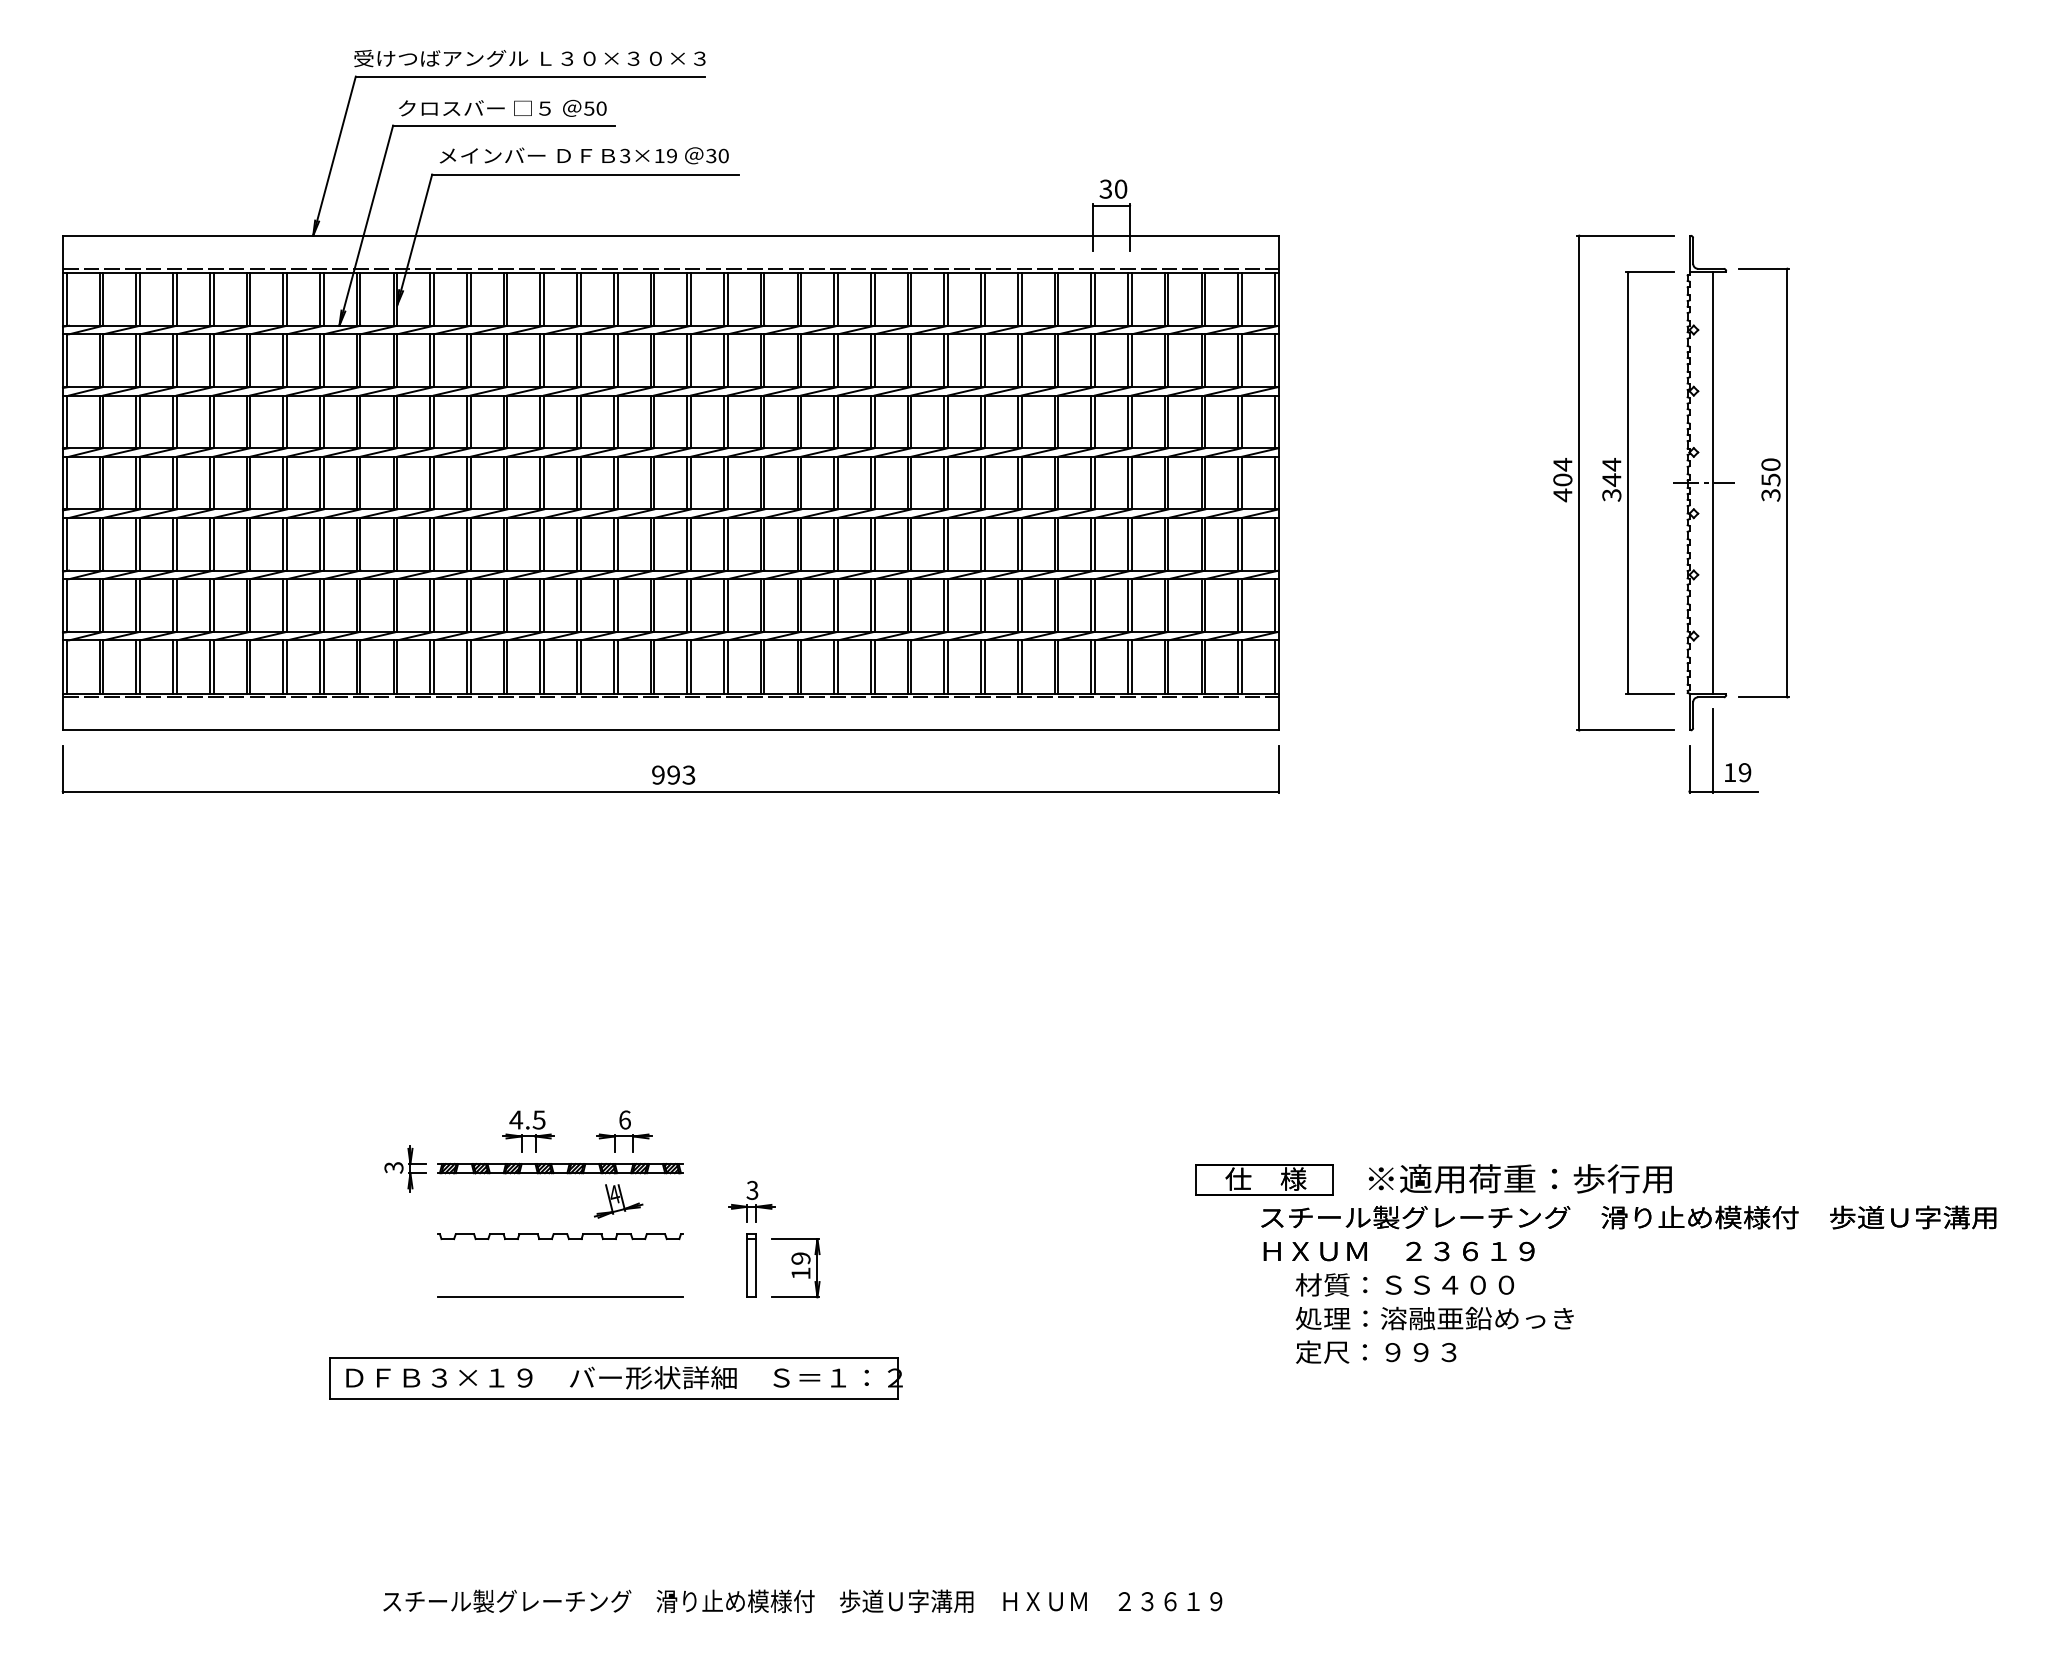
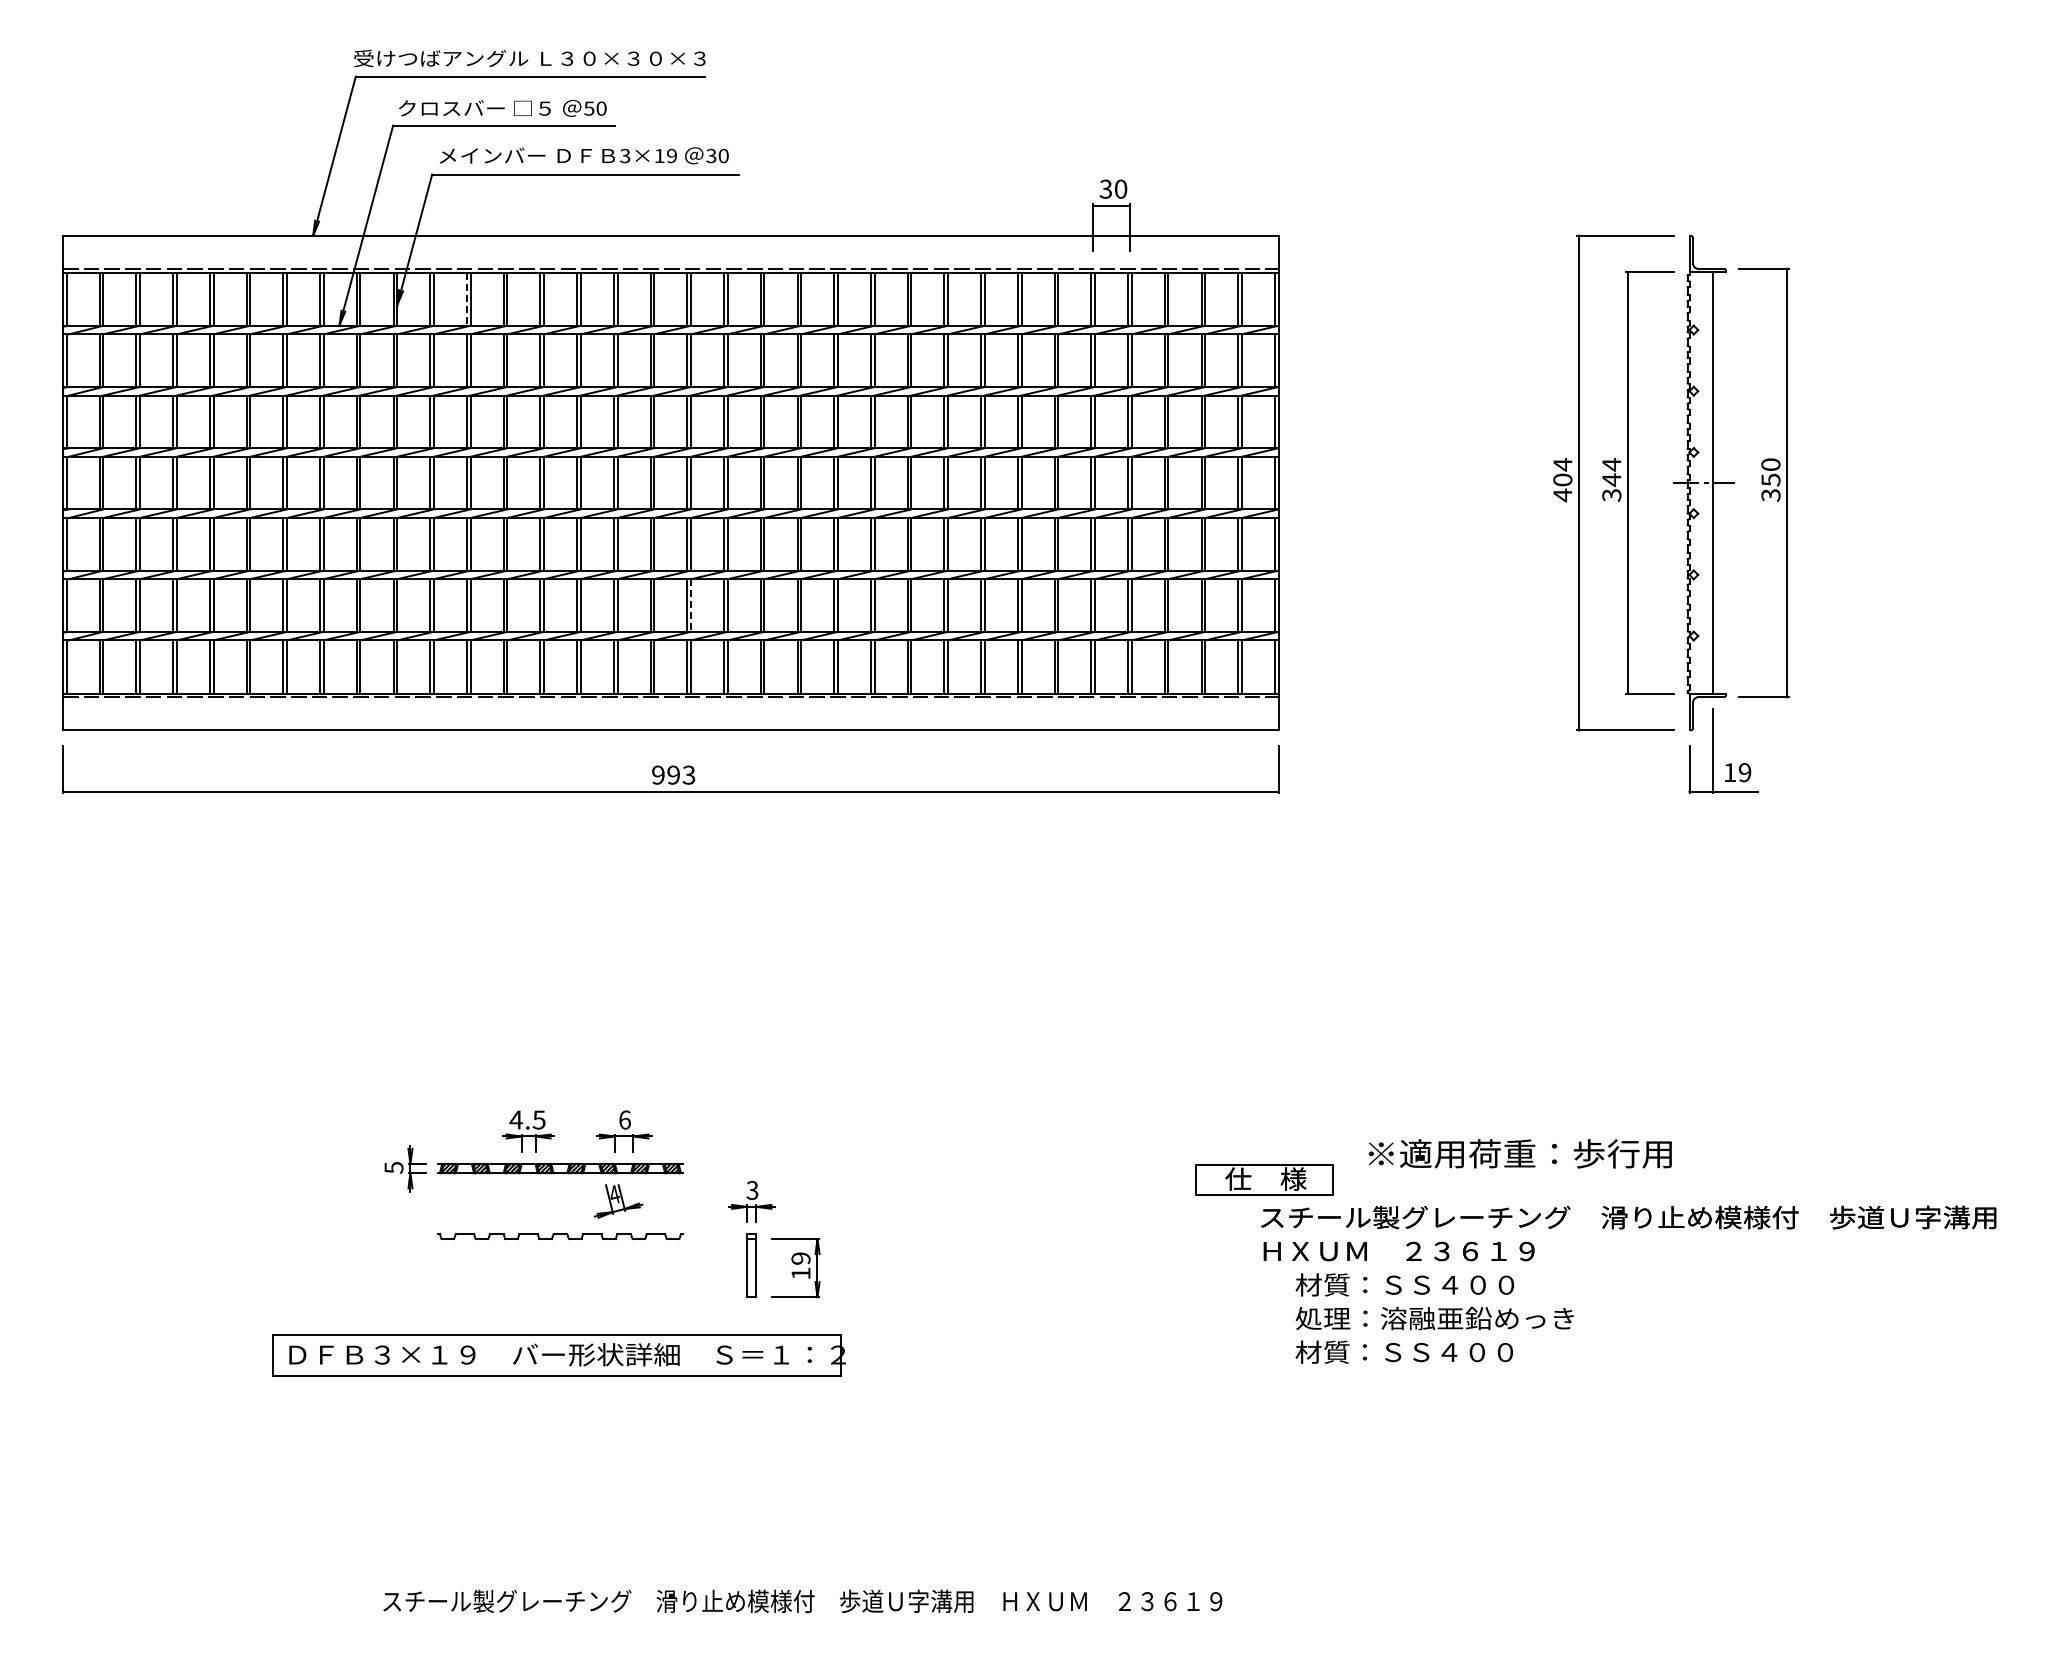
line at (466, 299): solid -> dashed
line at (691, 606): solid -> dashed
text at (393, 1167): 3 -> 5
text at (1519, 1178) position: (1519, 1178) -> (1519, 1153)
line at (559, 1297): present -> none
text at (1403, 1351): 定尺：９９３ -> 材質：ＳＳ４００
part at (615, 1378) position: (615, 1378) -> (558, 1355)
